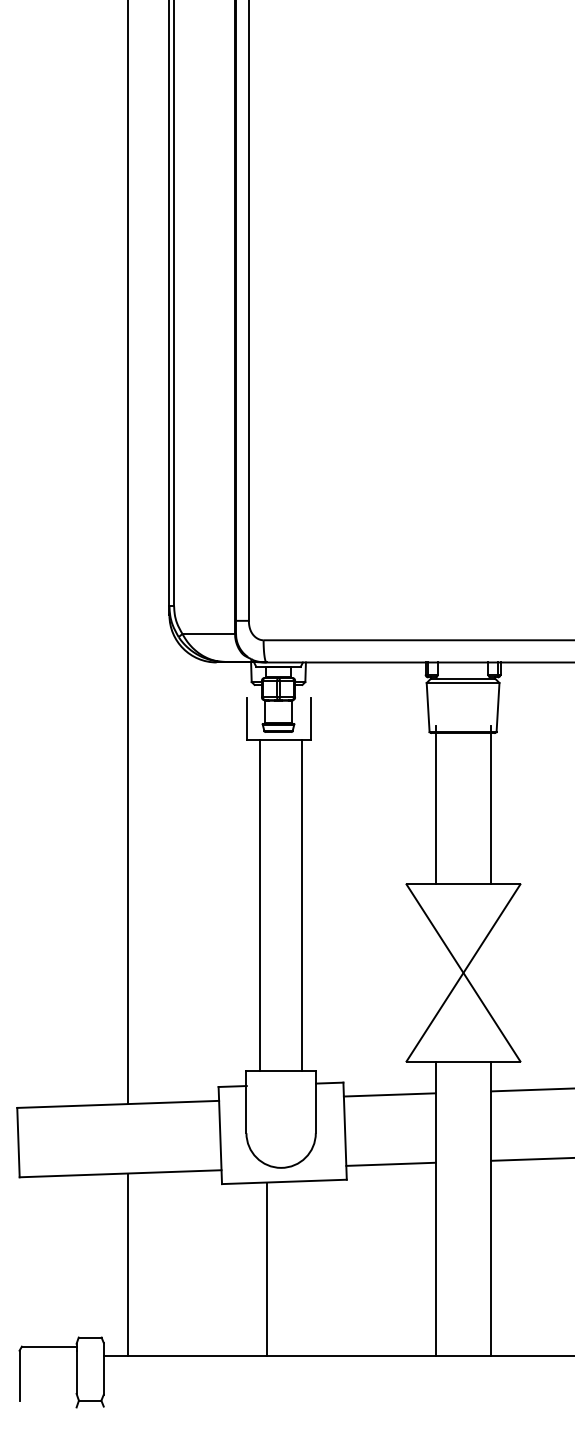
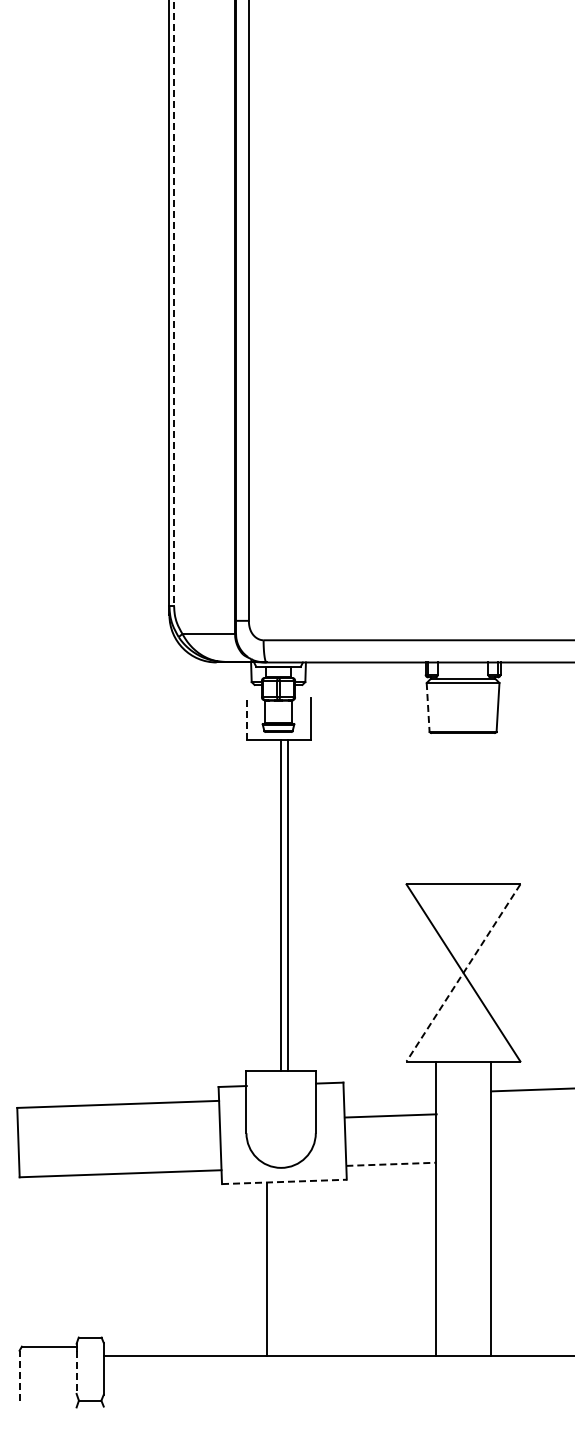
line at (174, 303): solid -> dashed
line at (128, 553): present -> none
line at (428, 707): solid -> dashed
line at (246, 719): solid -> dashed
line at (435, 805): present -> none
line at (491, 805): present -> none
line at (260, 905) position: (260, 905) -> (281, 905)
line at (301, 905) position: (301, 905) -> (287, 905)
line at (463, 973): solid -> dashed
line at (389, 1094) position: (389, 1094) -> (390, 1115)
line at (531, 1159): present -> none
line at (391, 1164): solid -> dashed
line at (284, 1181): solid -> dashed
line at (128, 1264): present -> none
line at (76, 1372): solid -> dashed
line at (19, 1375): solid -> dashed
